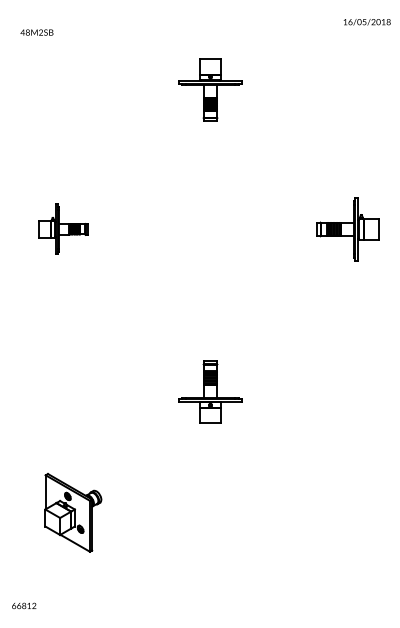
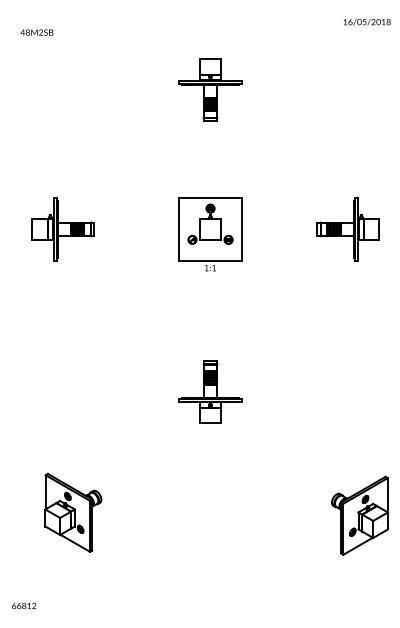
part at (63, 228) size: 51x52 px -> 64x65 px
part at (210, 234): none -> present
part at (360, 515): none -> present
